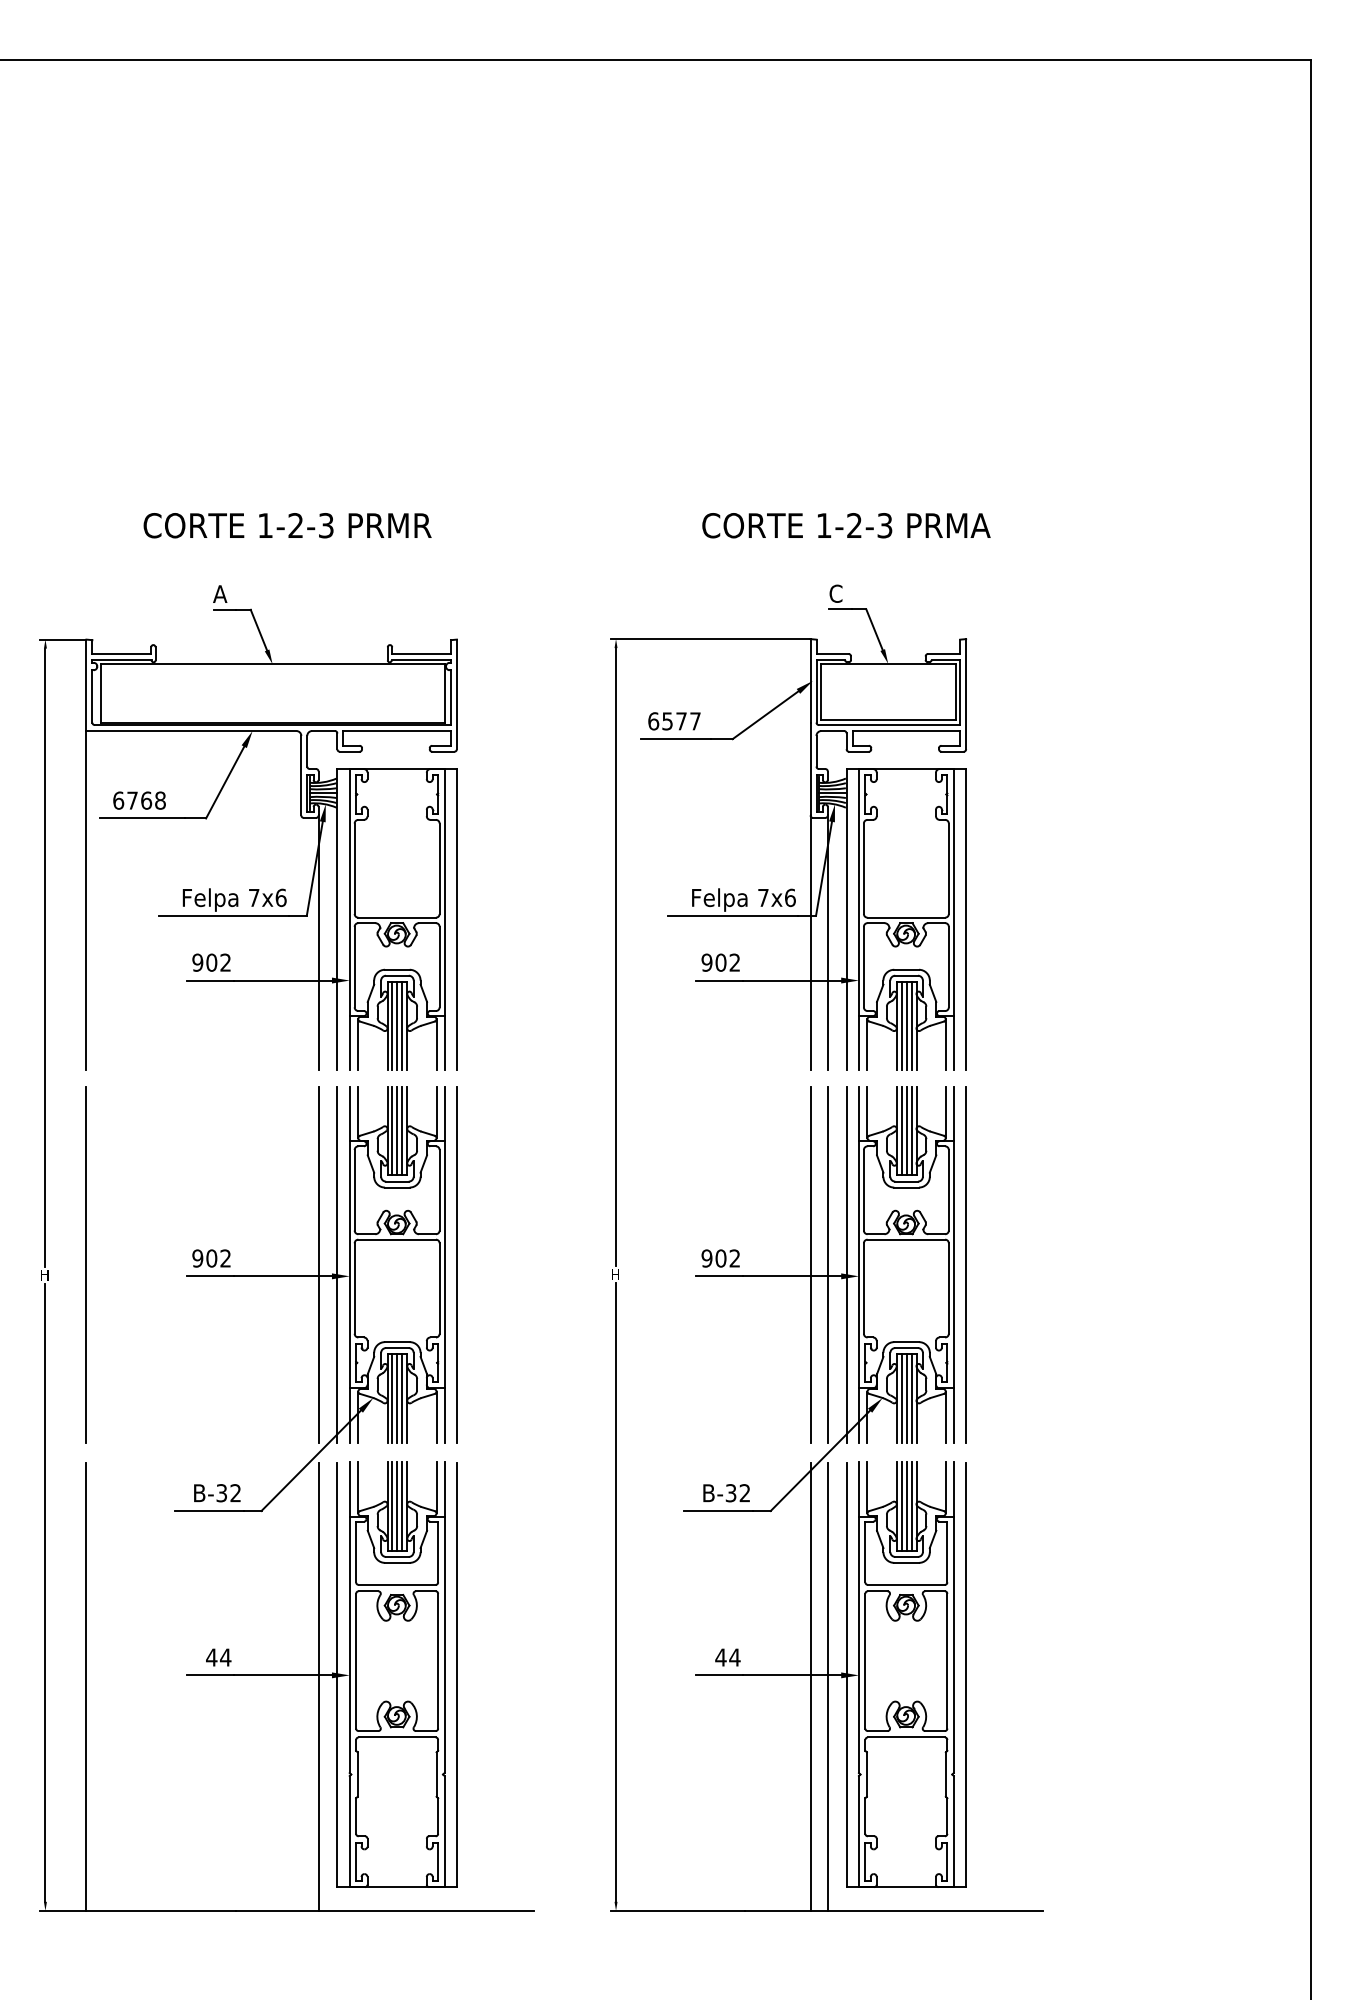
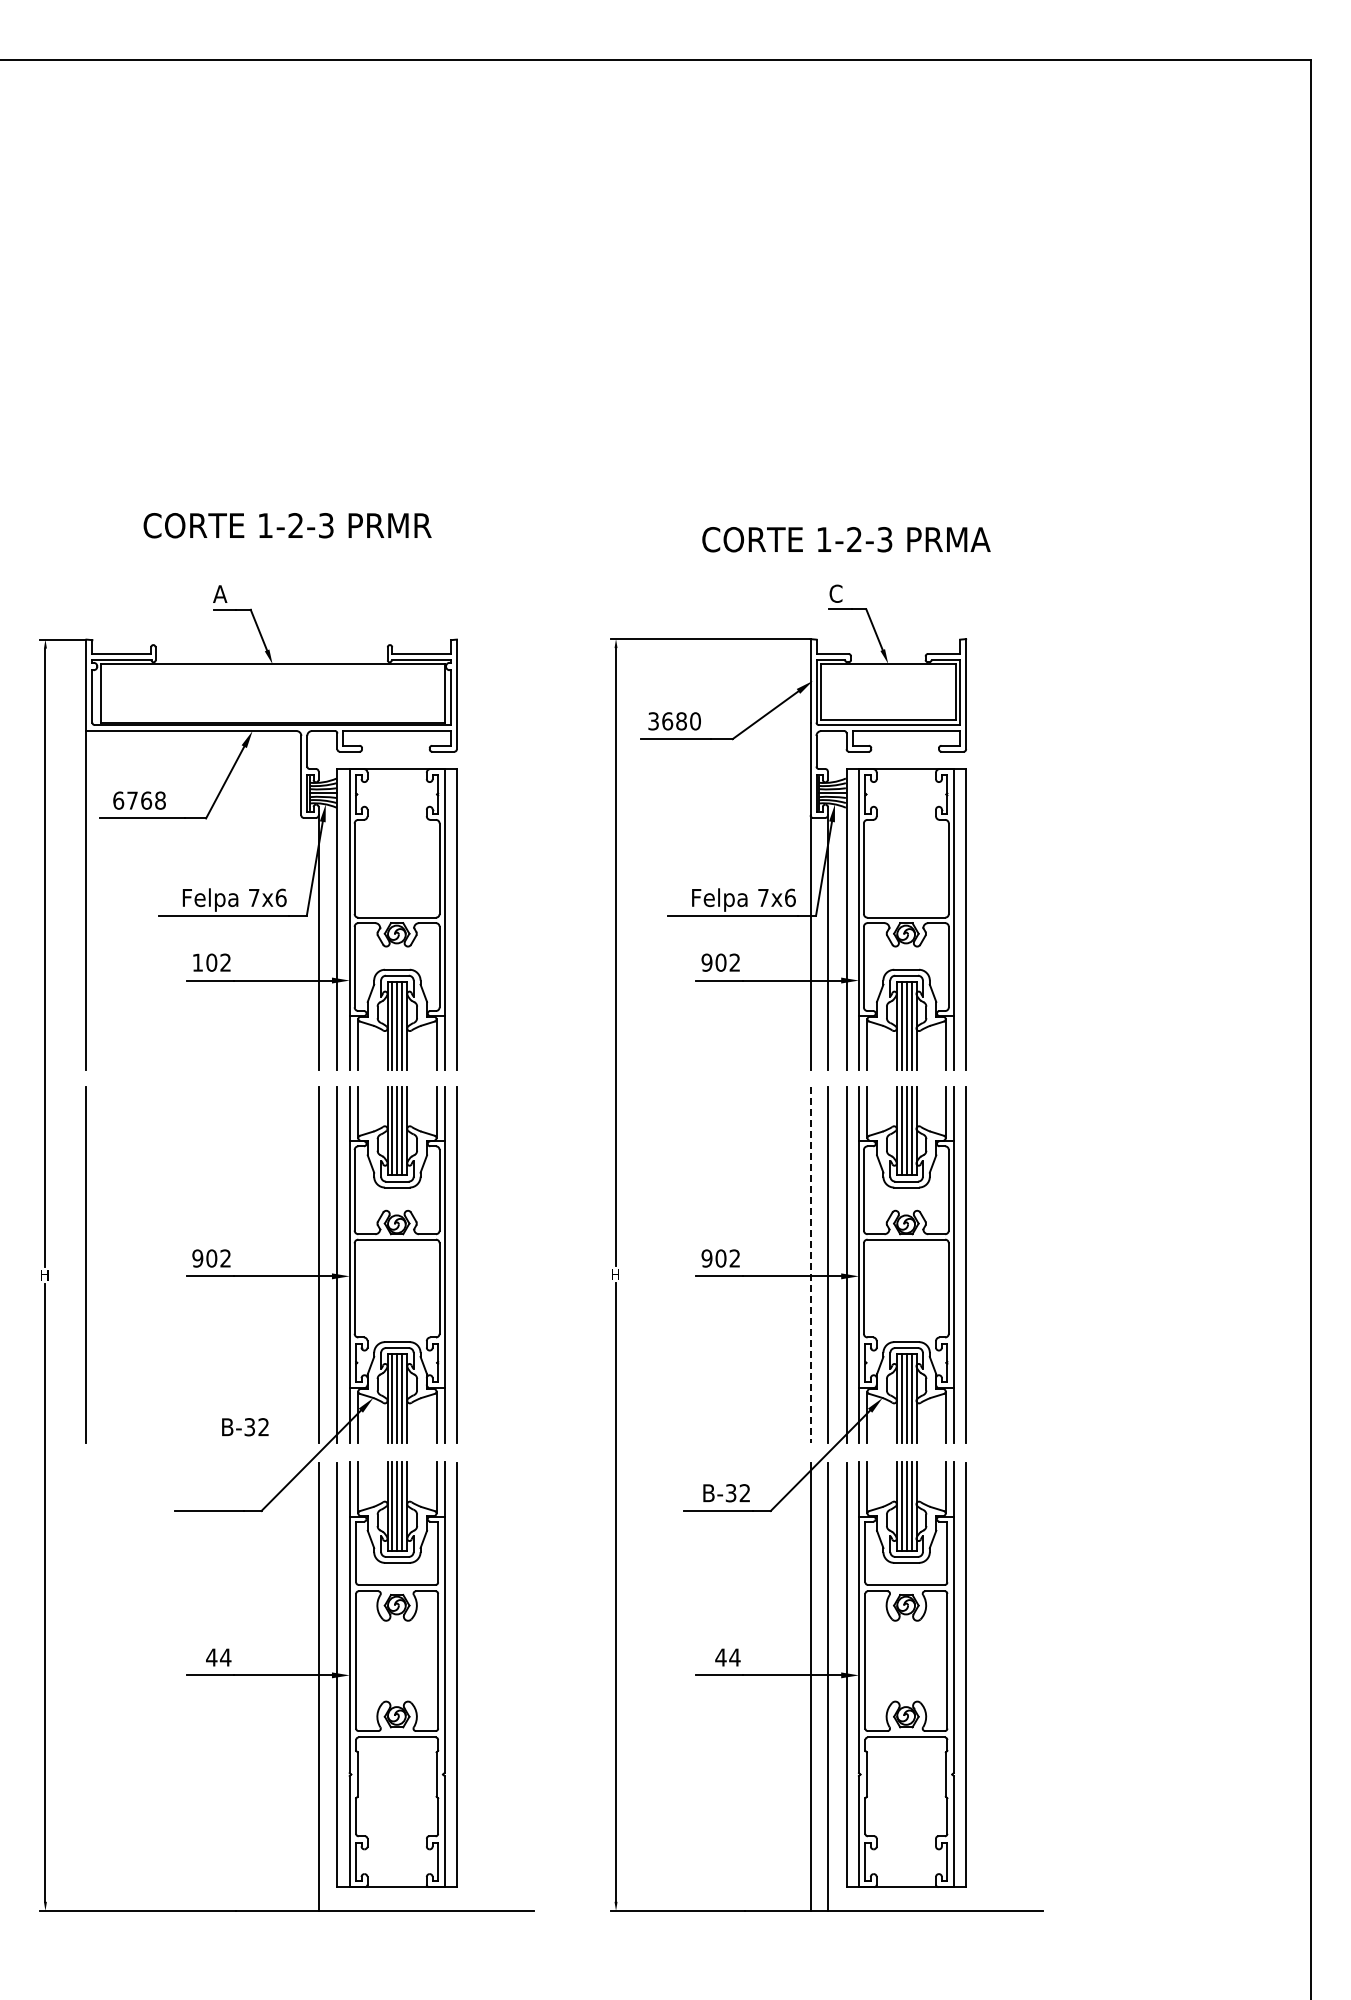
text at (846, 525) position: (846, 525) -> (846, 539)
text at (674, 721): 6577 -> 3680
text at (197, 962): 902 -> 102
line at (810, 1264): solid -> dashed
text at (217, 1493) position: (217, 1493) -> (245, 1427)
line at (86, 1686): present -> none
